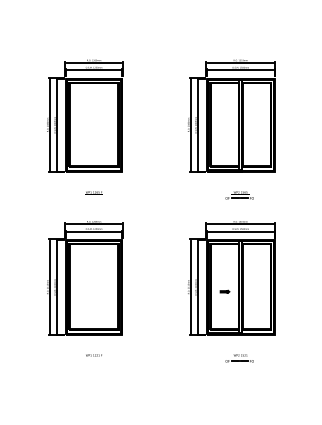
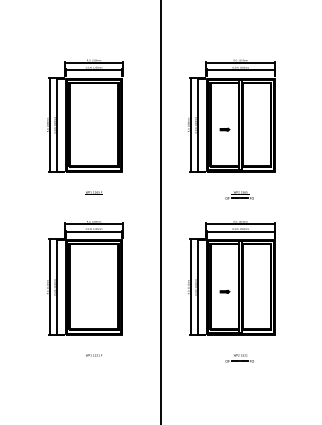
part at (224, 129): none -> present
line at (161, 211): none -> present
